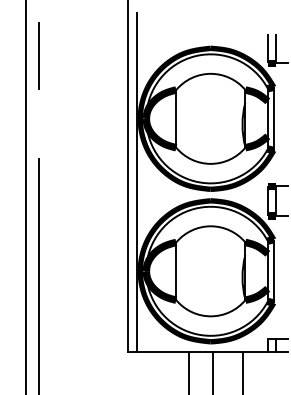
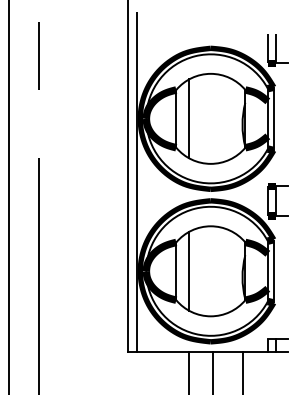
line at (189, 118): none -> present
line at (26, 196) position: (26, 196) -> (9, 196)
line at (189, 270): none -> present
